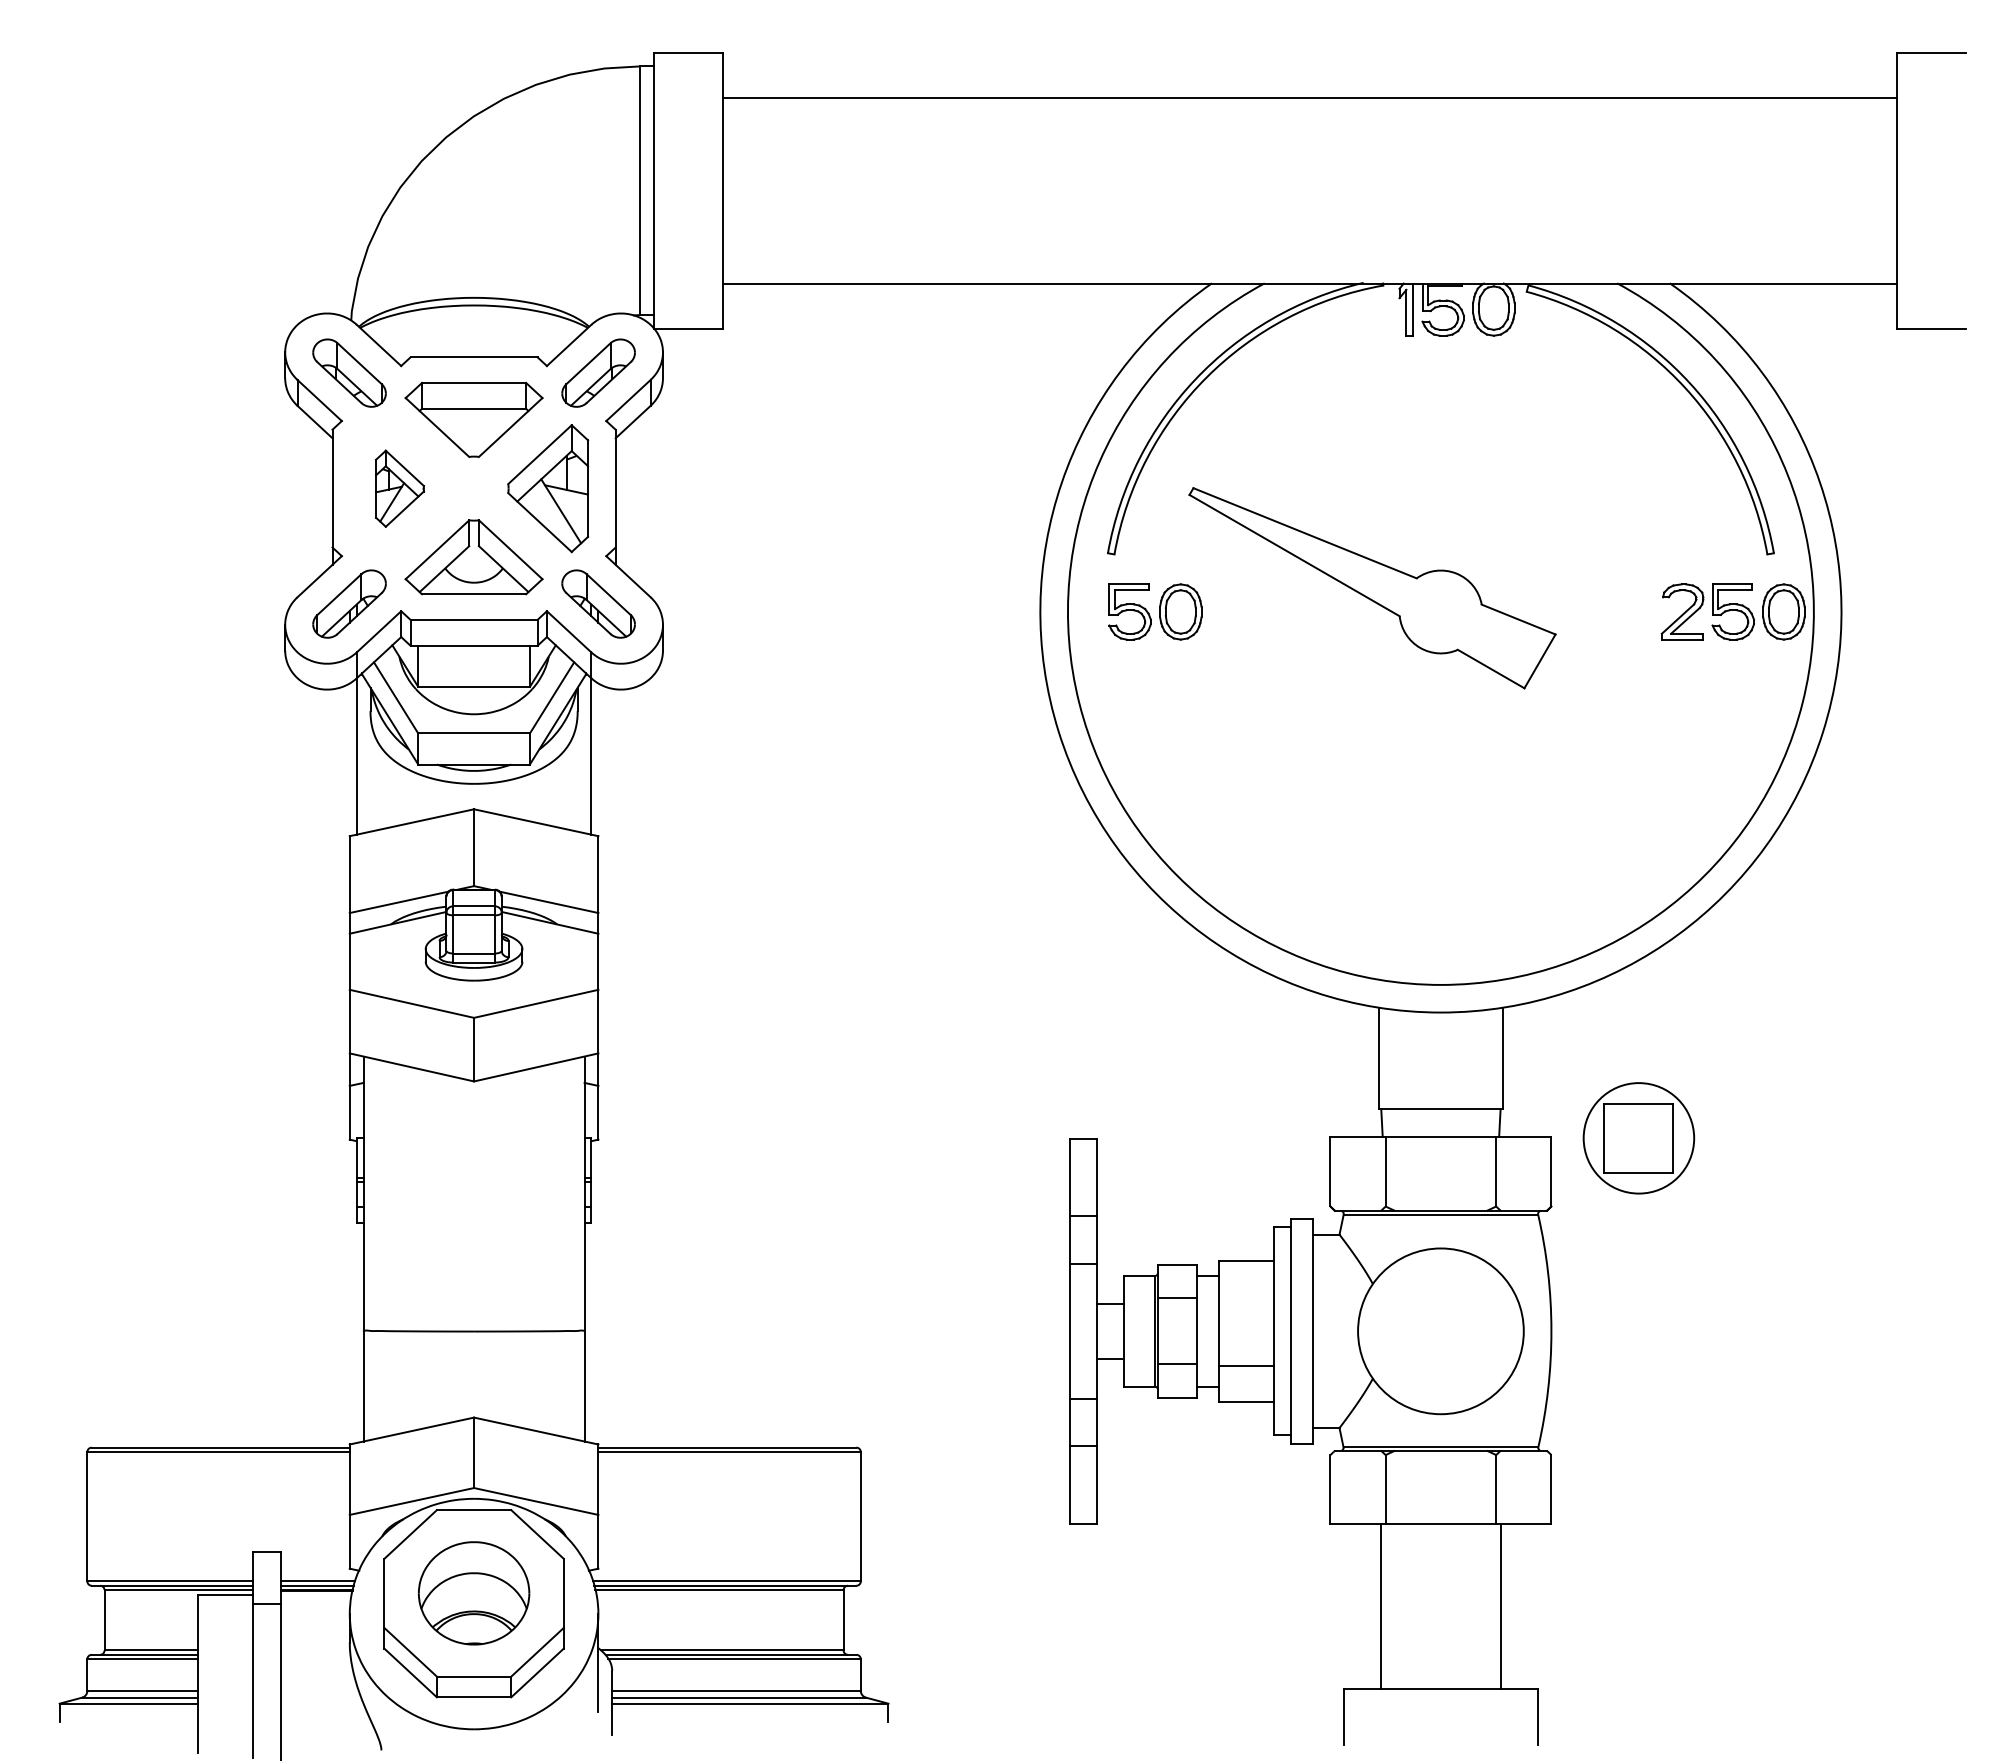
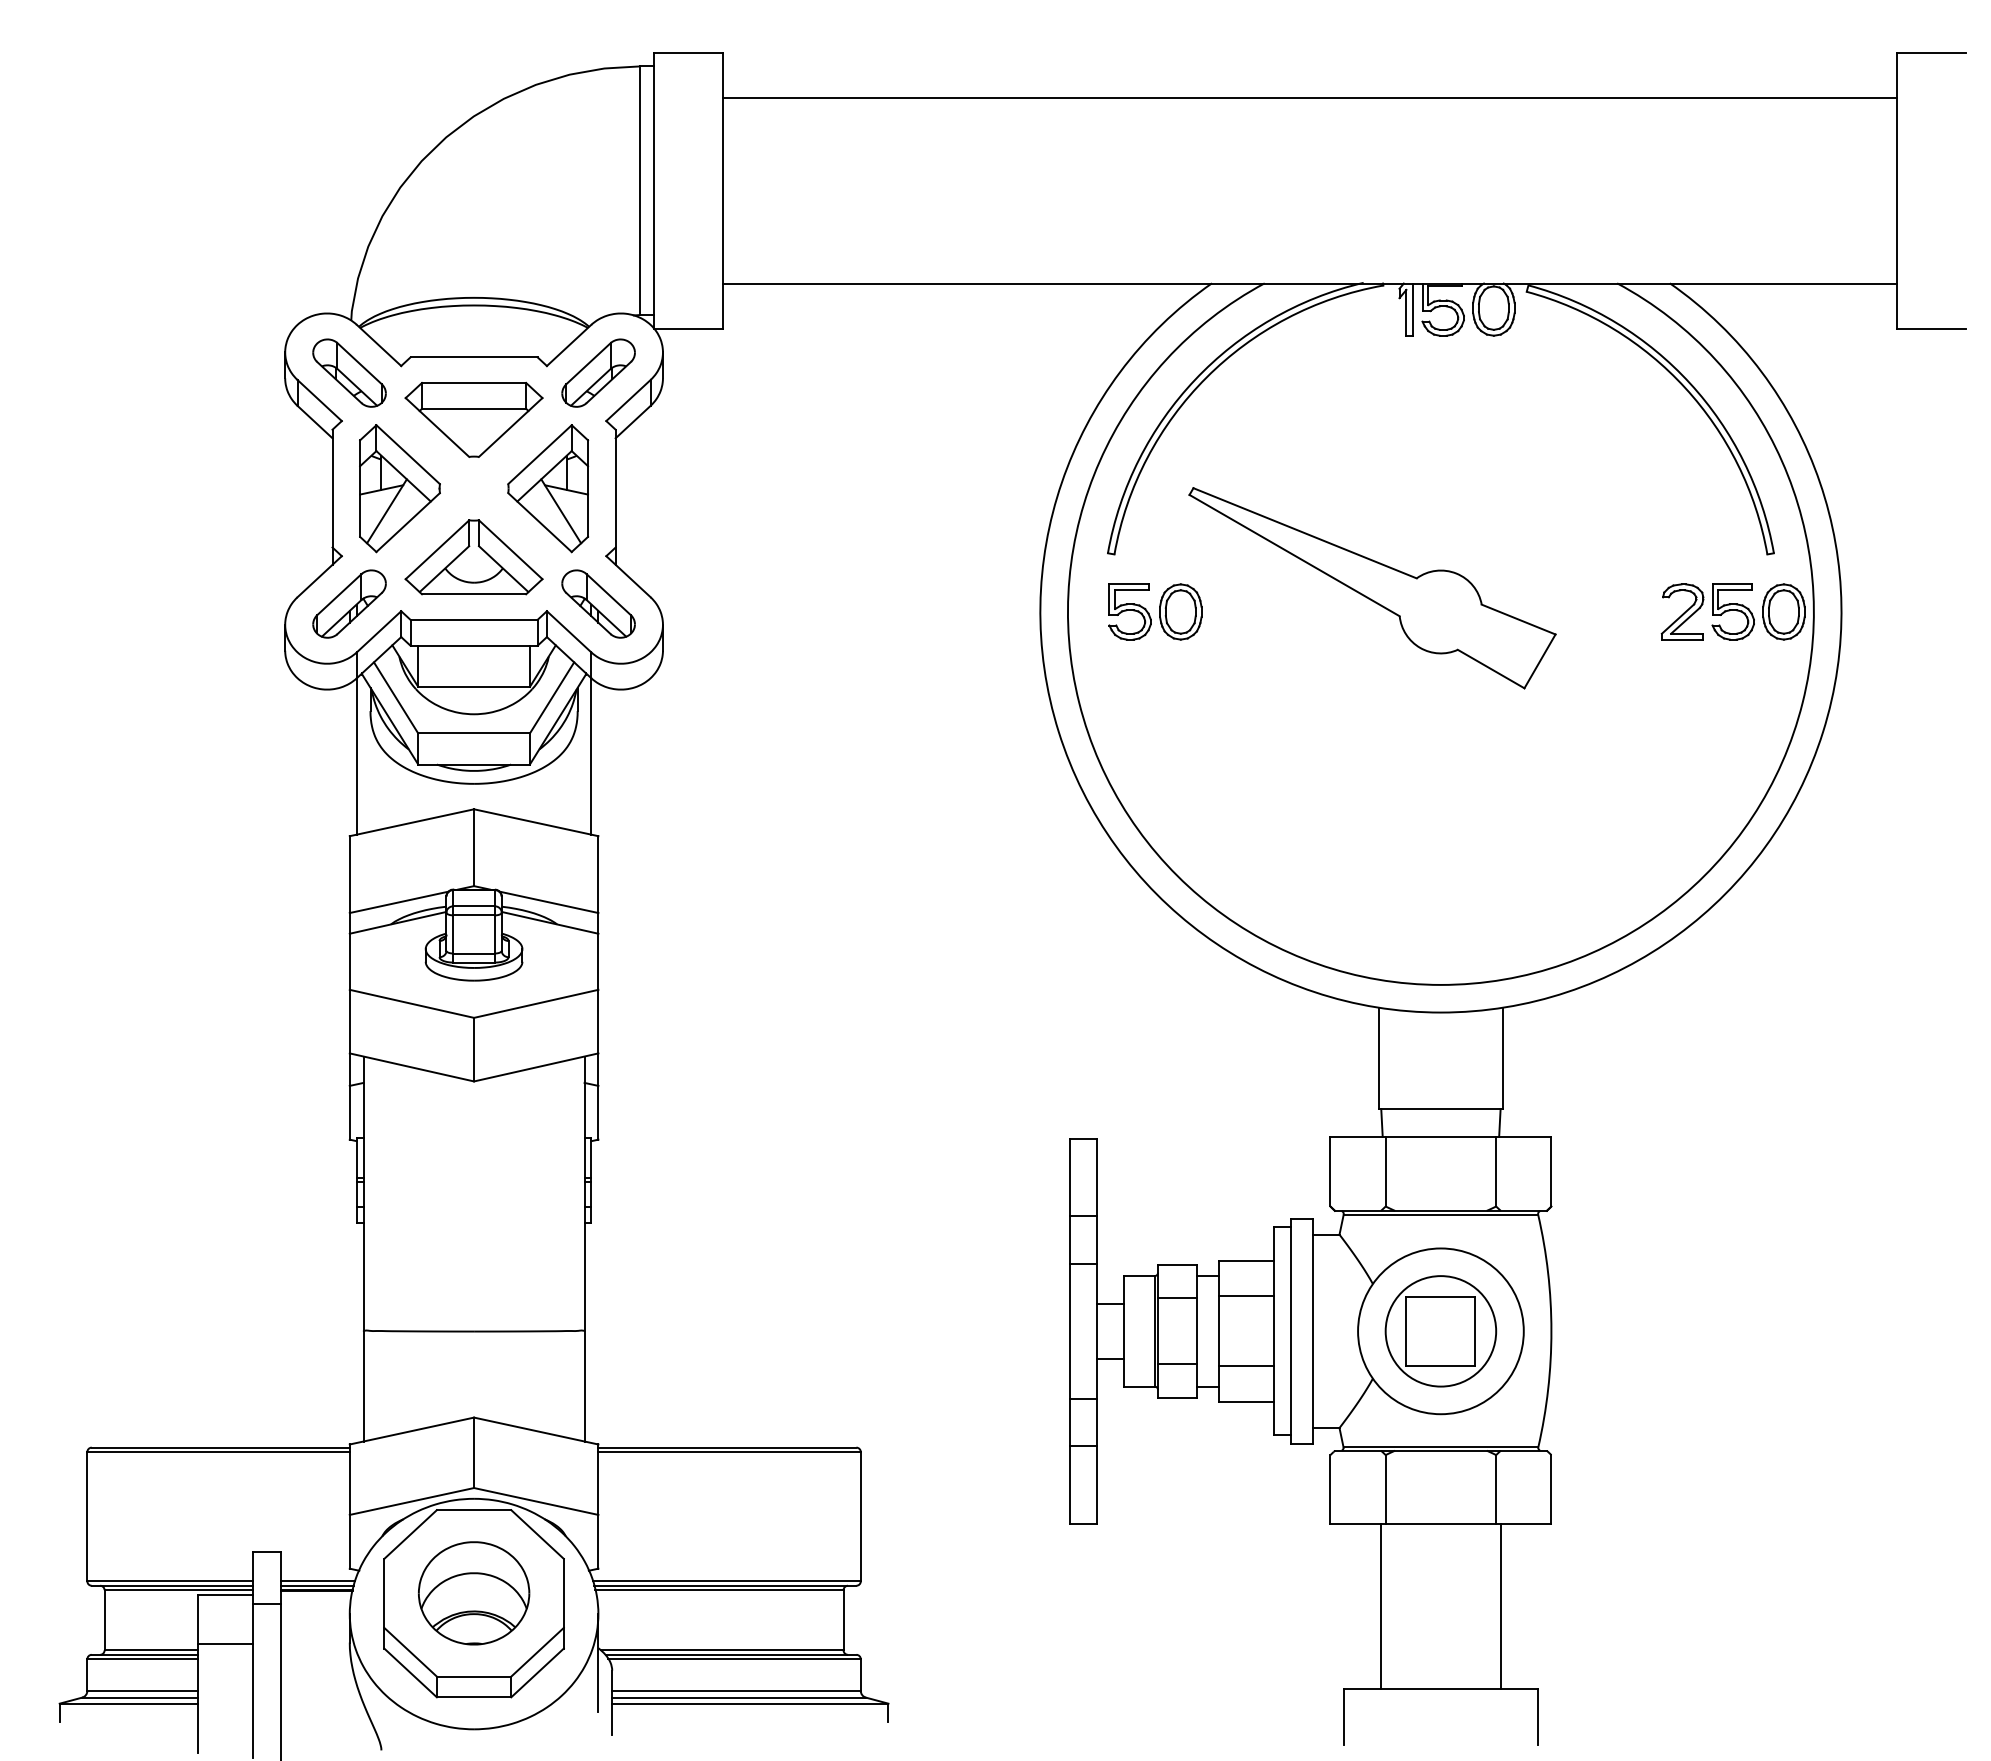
part at (399, 488) size: 50x79 px -> 82x130 px
part at (1638, 1138) position: (1638, 1138) -> (1440, 1331)
line at (1246, 1296): none -> present
line at (225, 1643): none -> present
